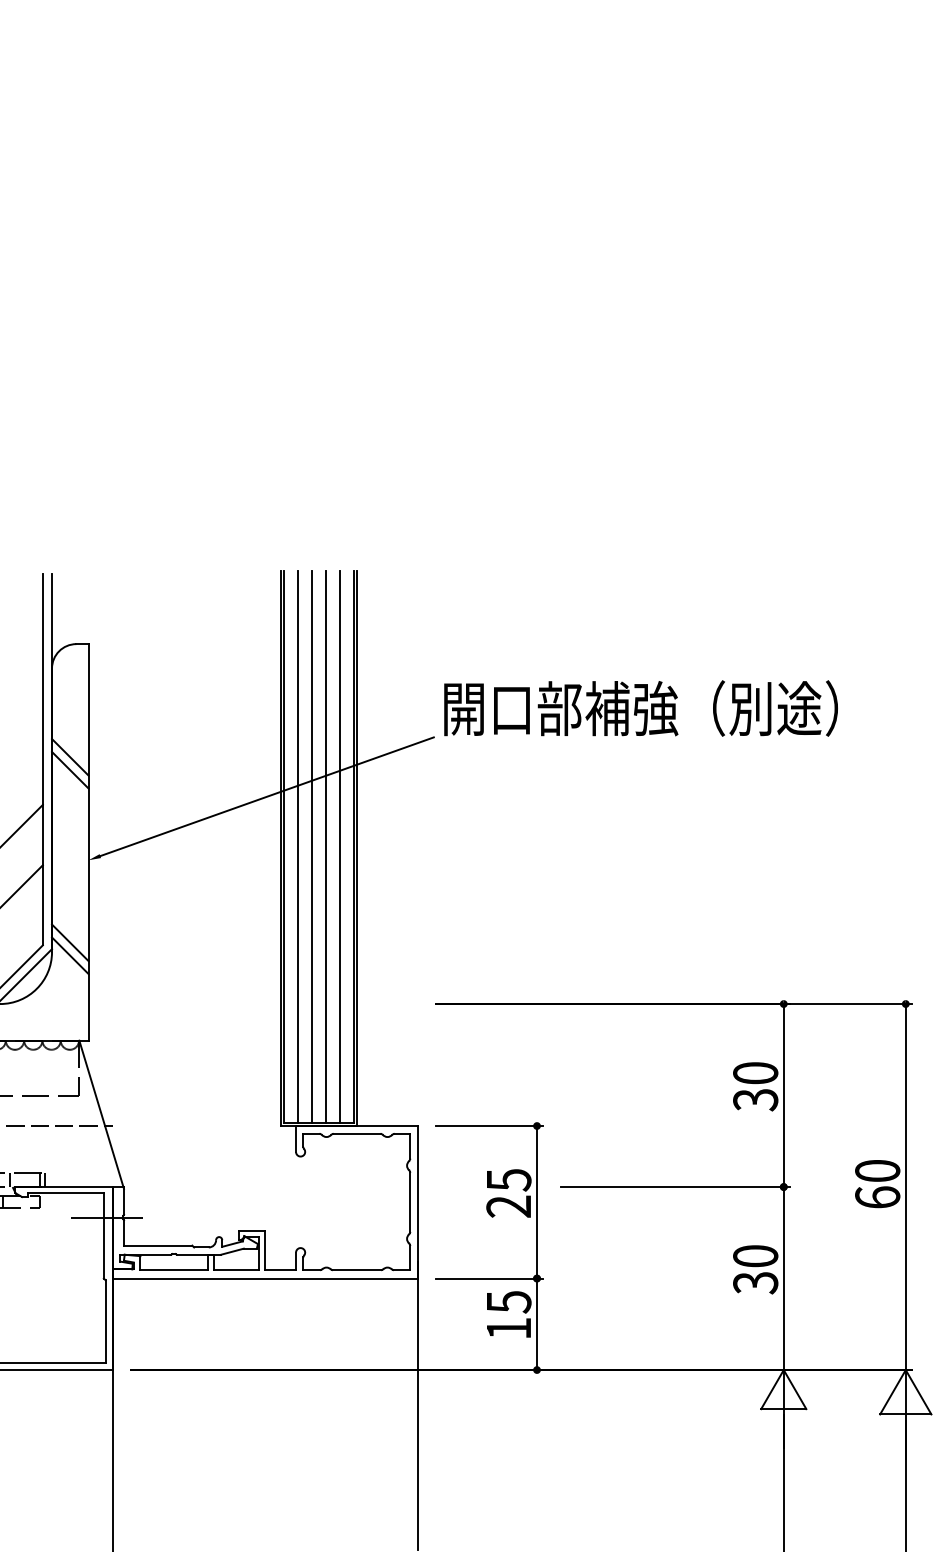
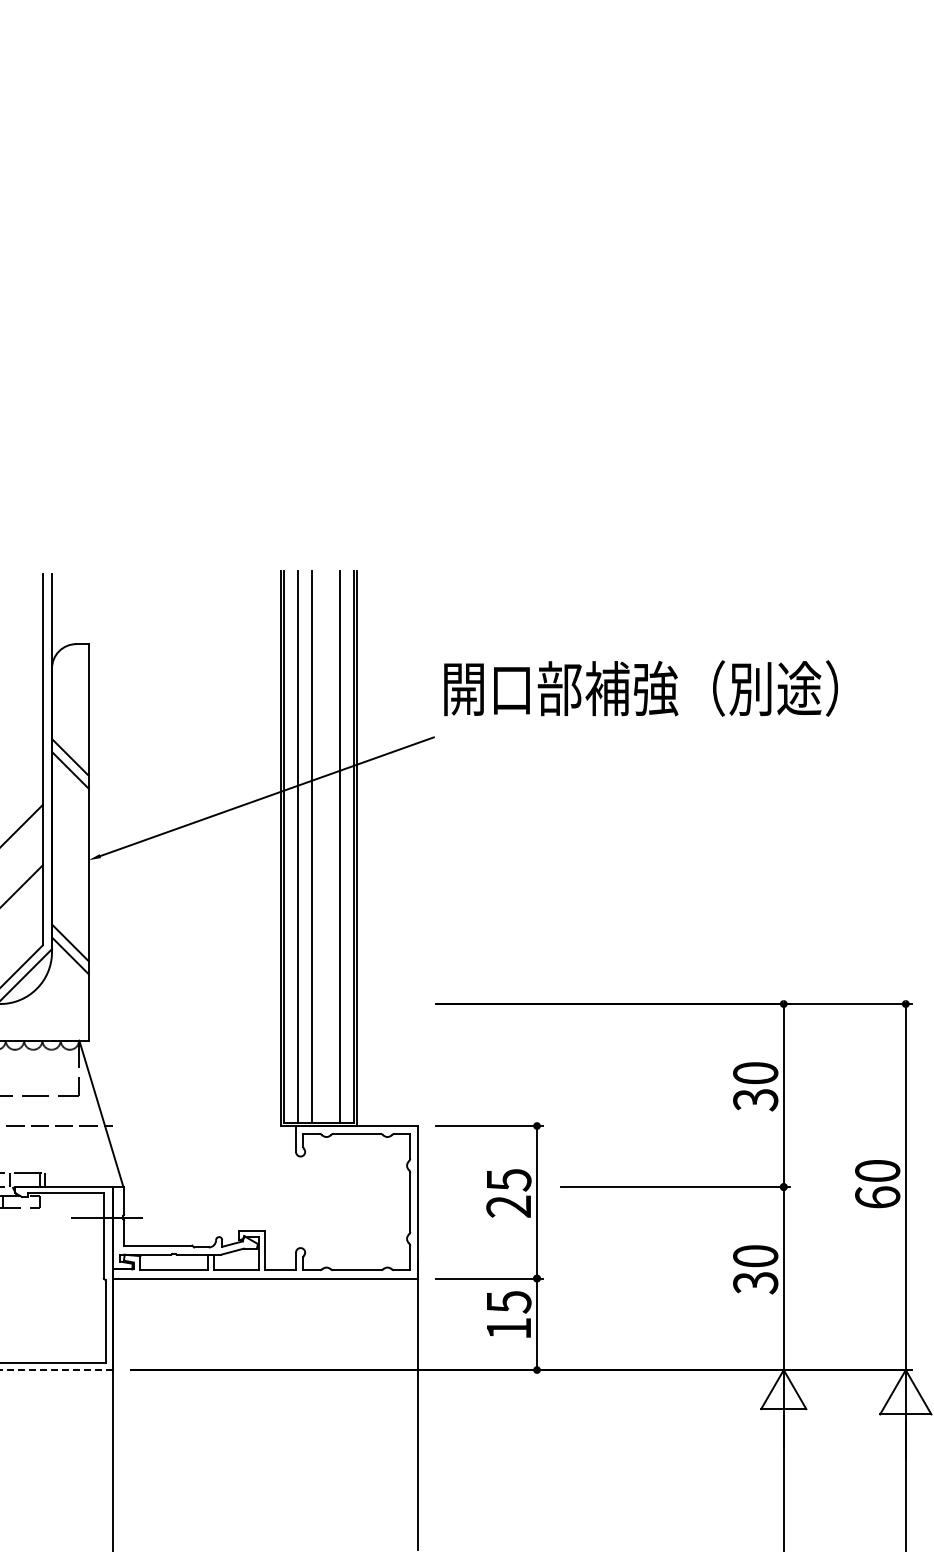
text at (640, 708) position: (640, 708) -> (640, 688)
line at (325, 846): present -> none
line at (56, 1370): solid -> dashed
